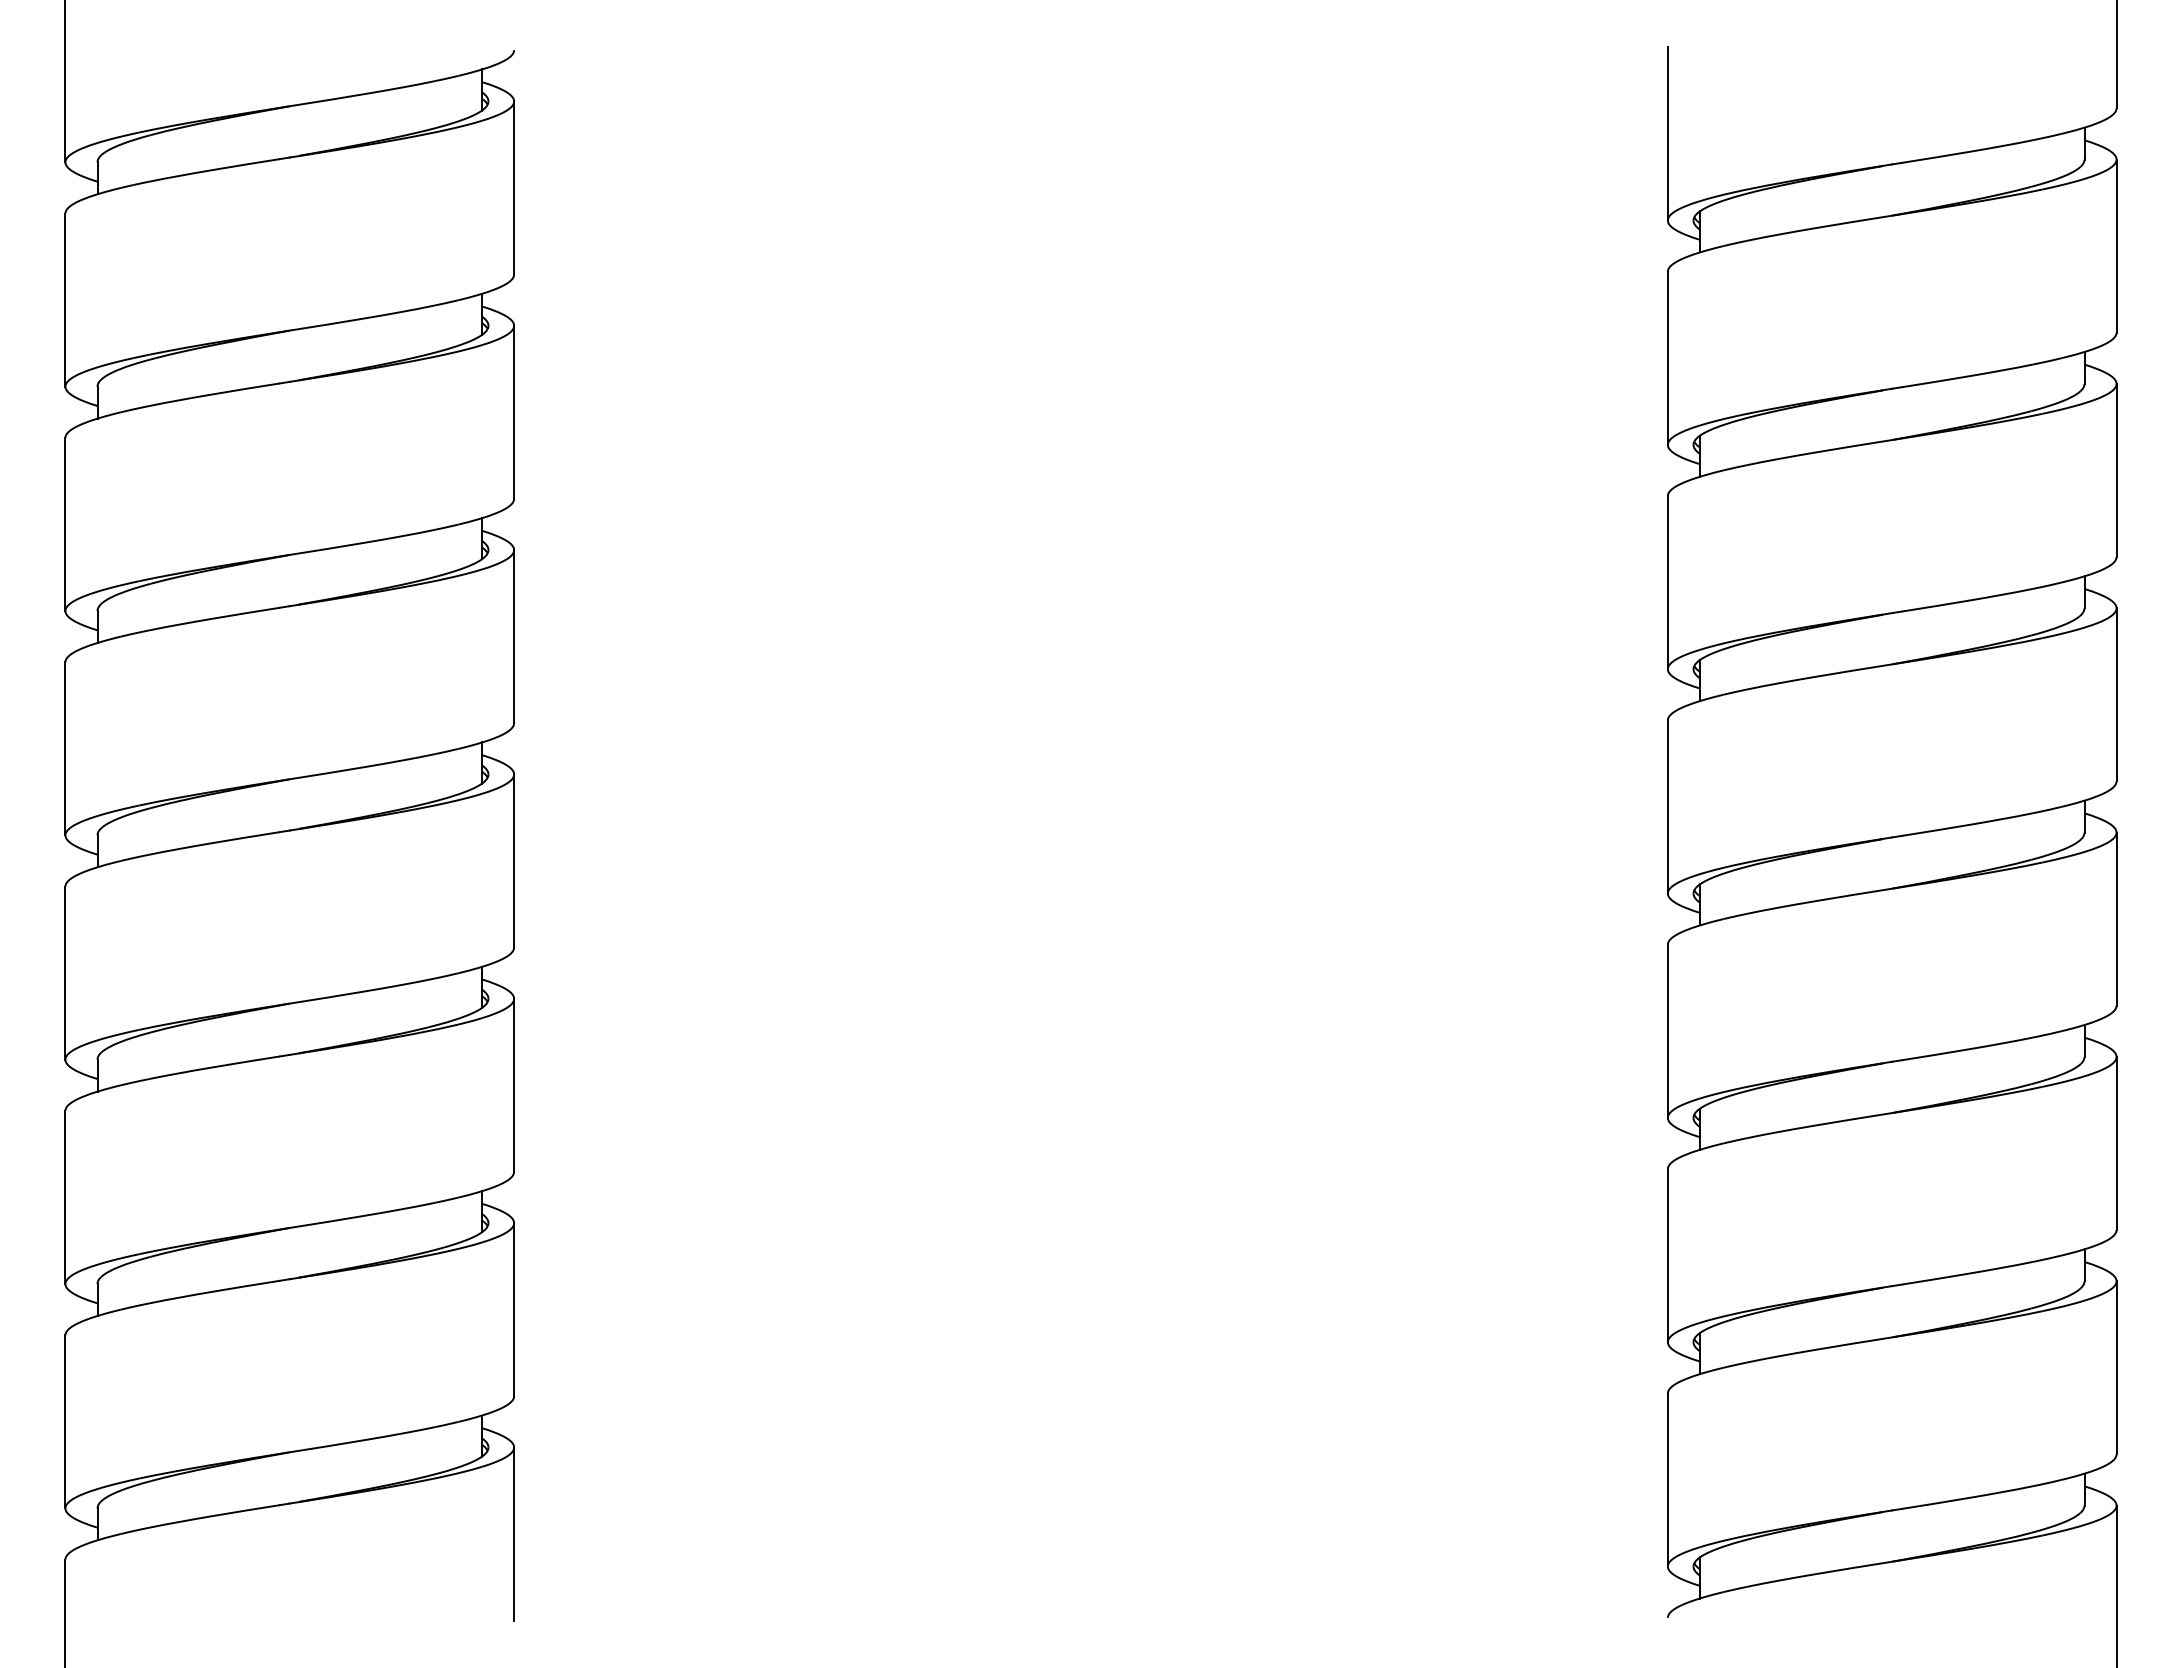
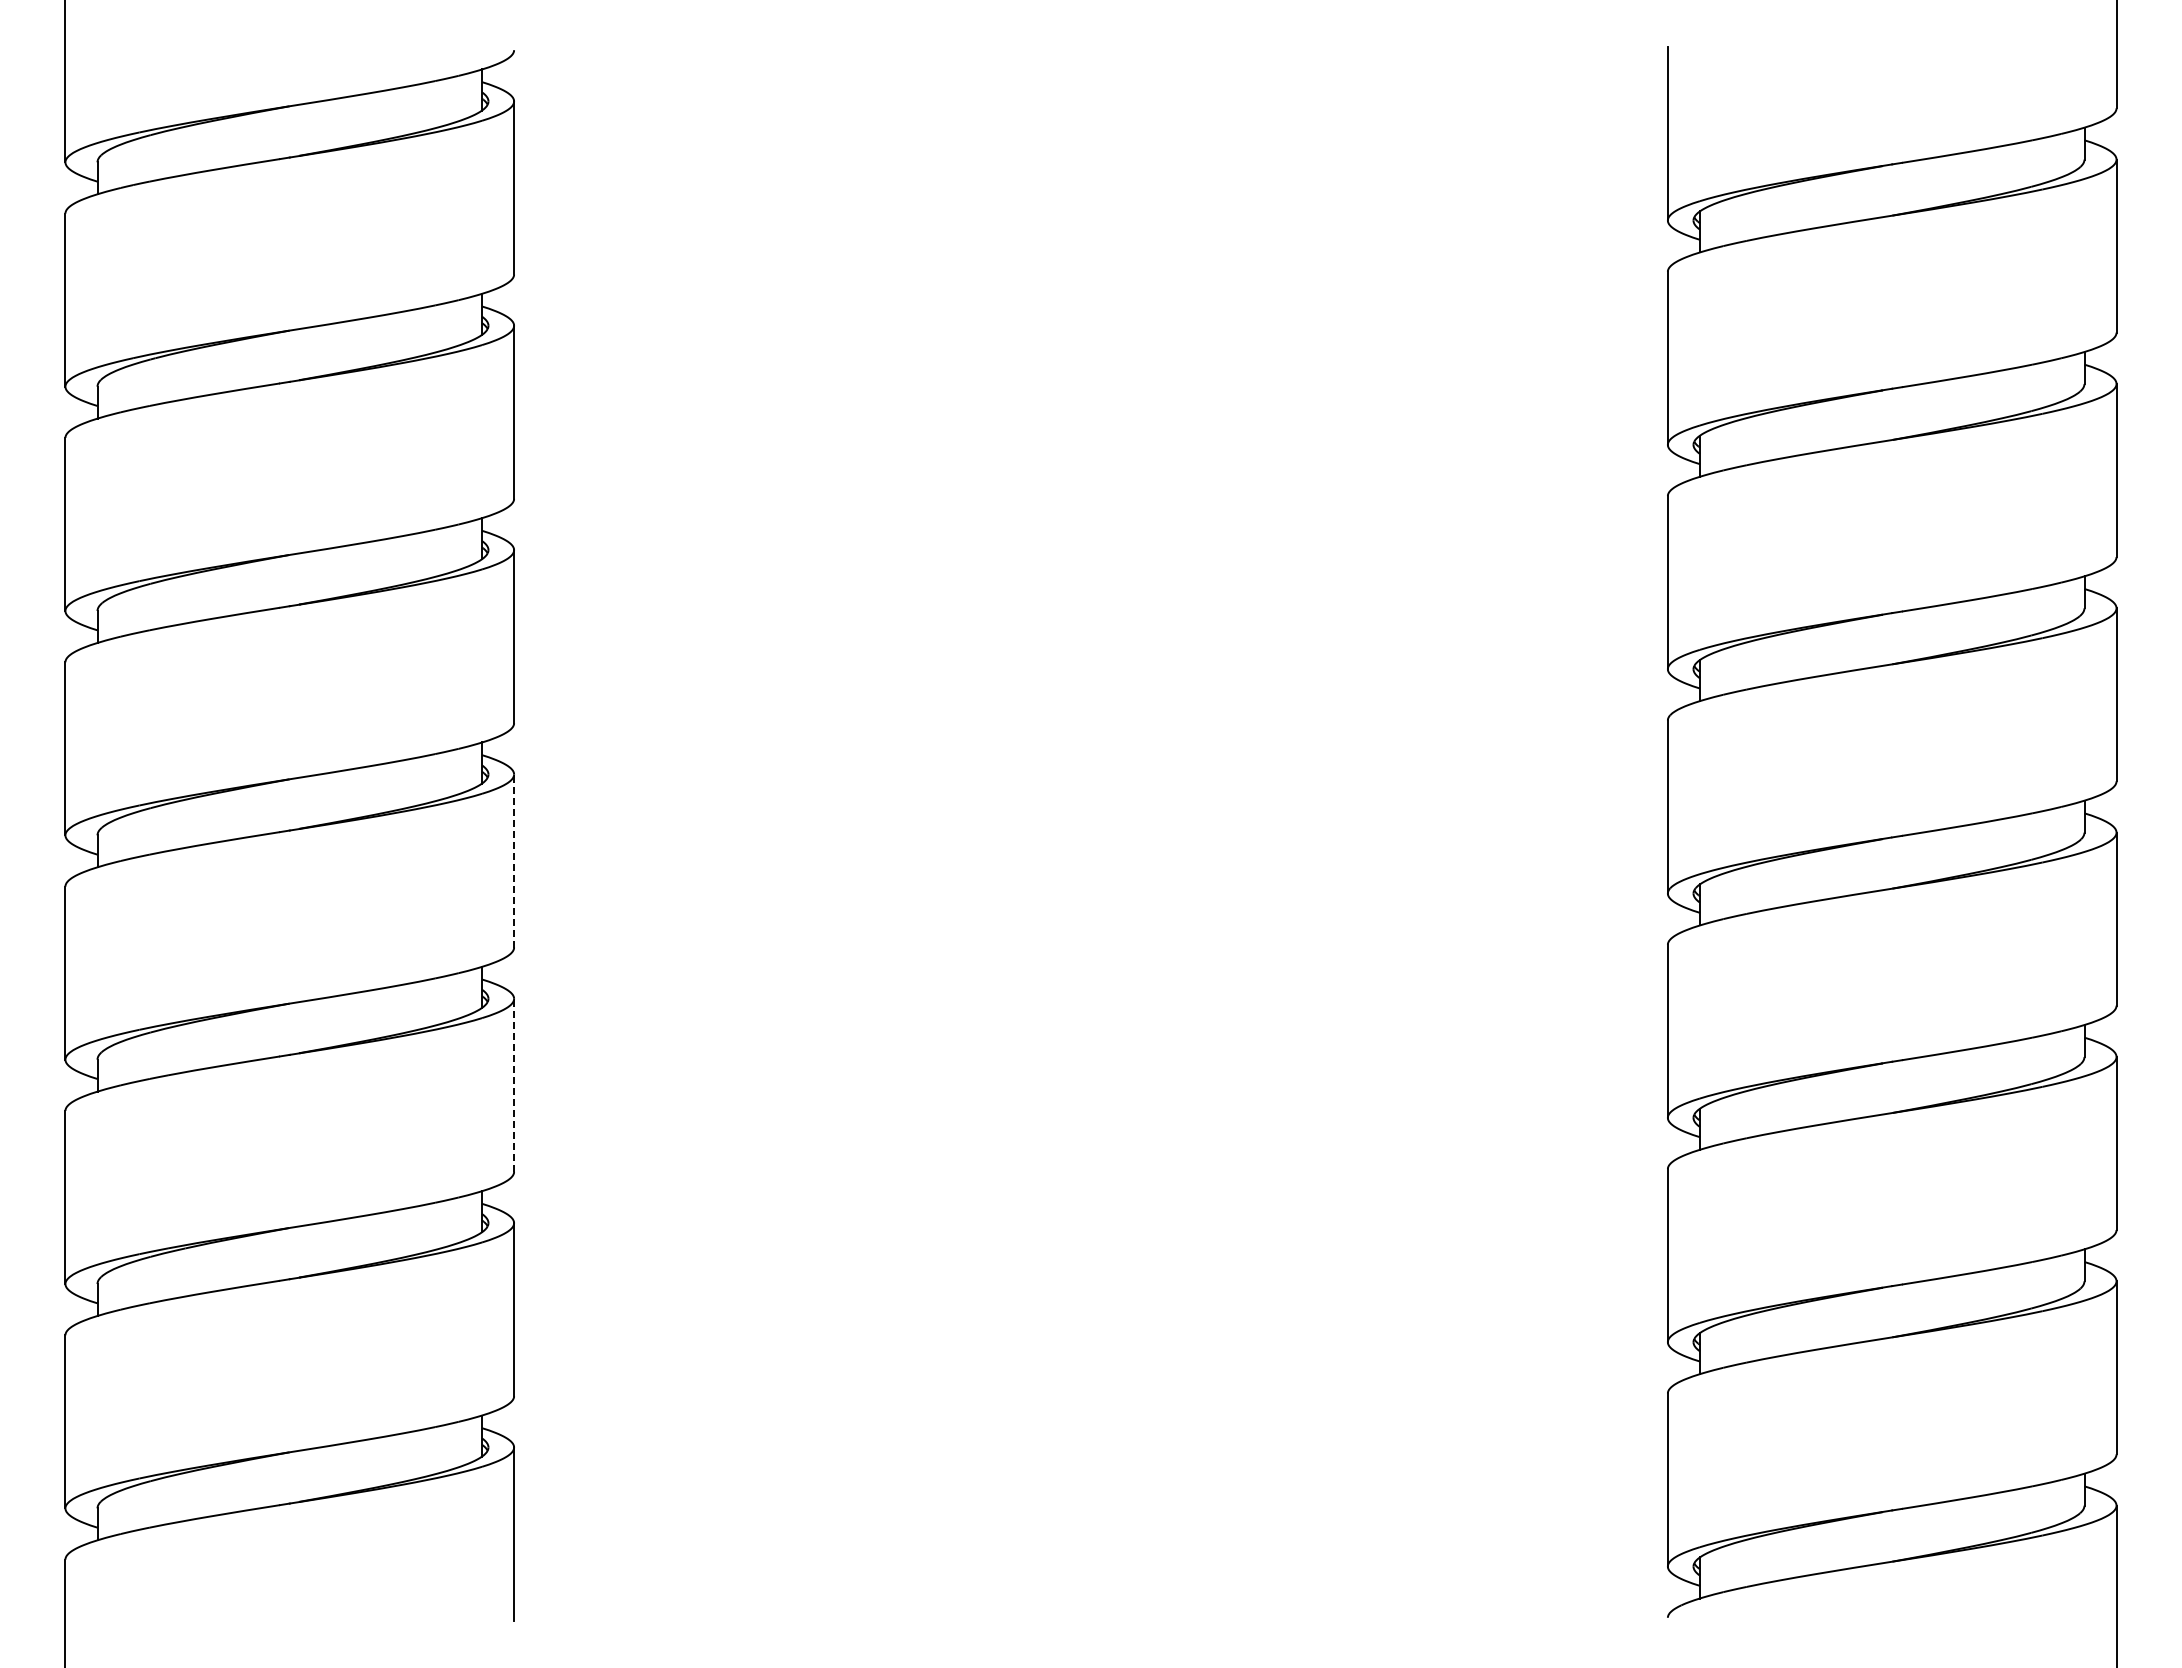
line at (514, 860): solid -> dashed
line at (514, 1085): solid -> dashed
